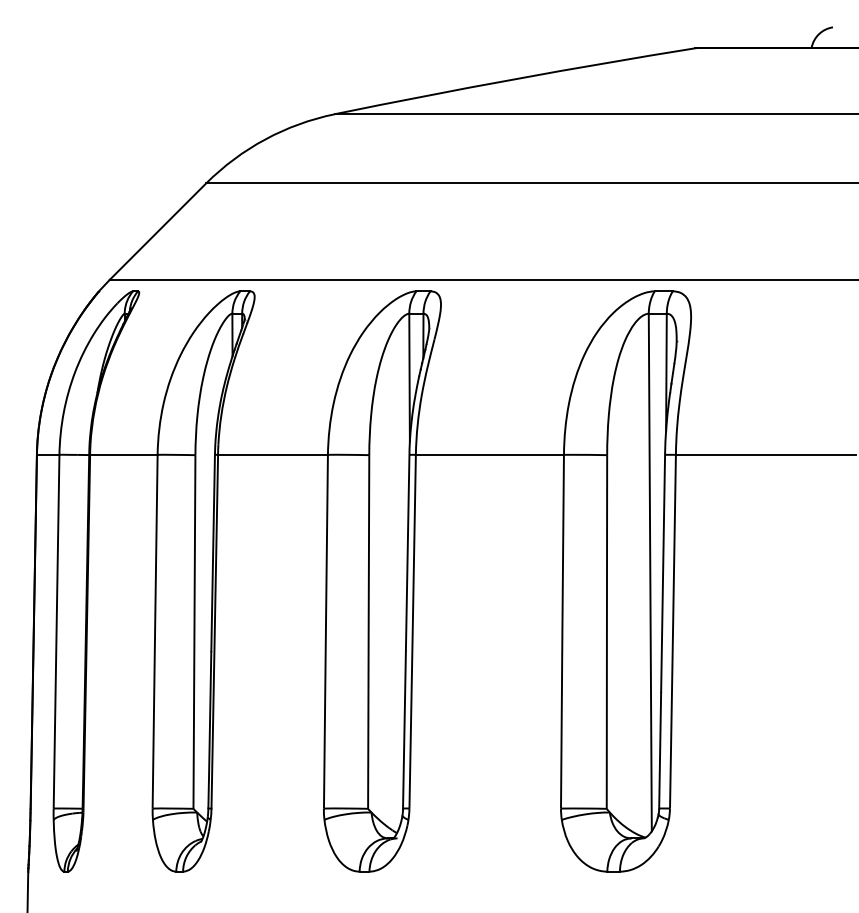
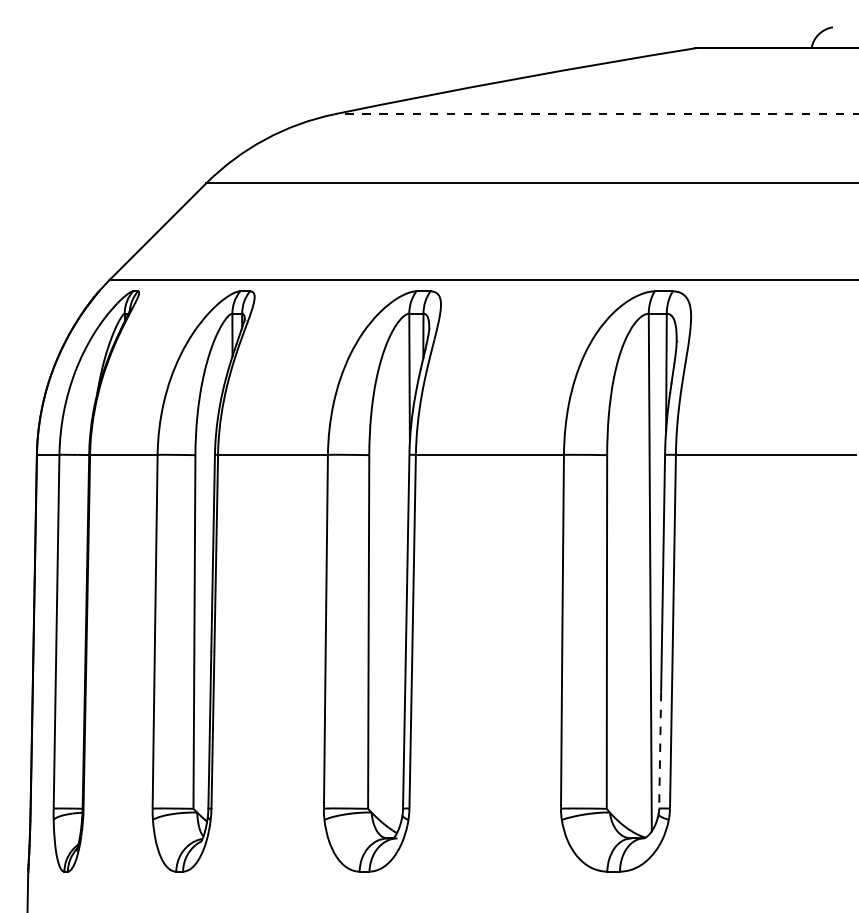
line at (596, 114): solid -> dashed
line at (660, 750): solid -> dashed
